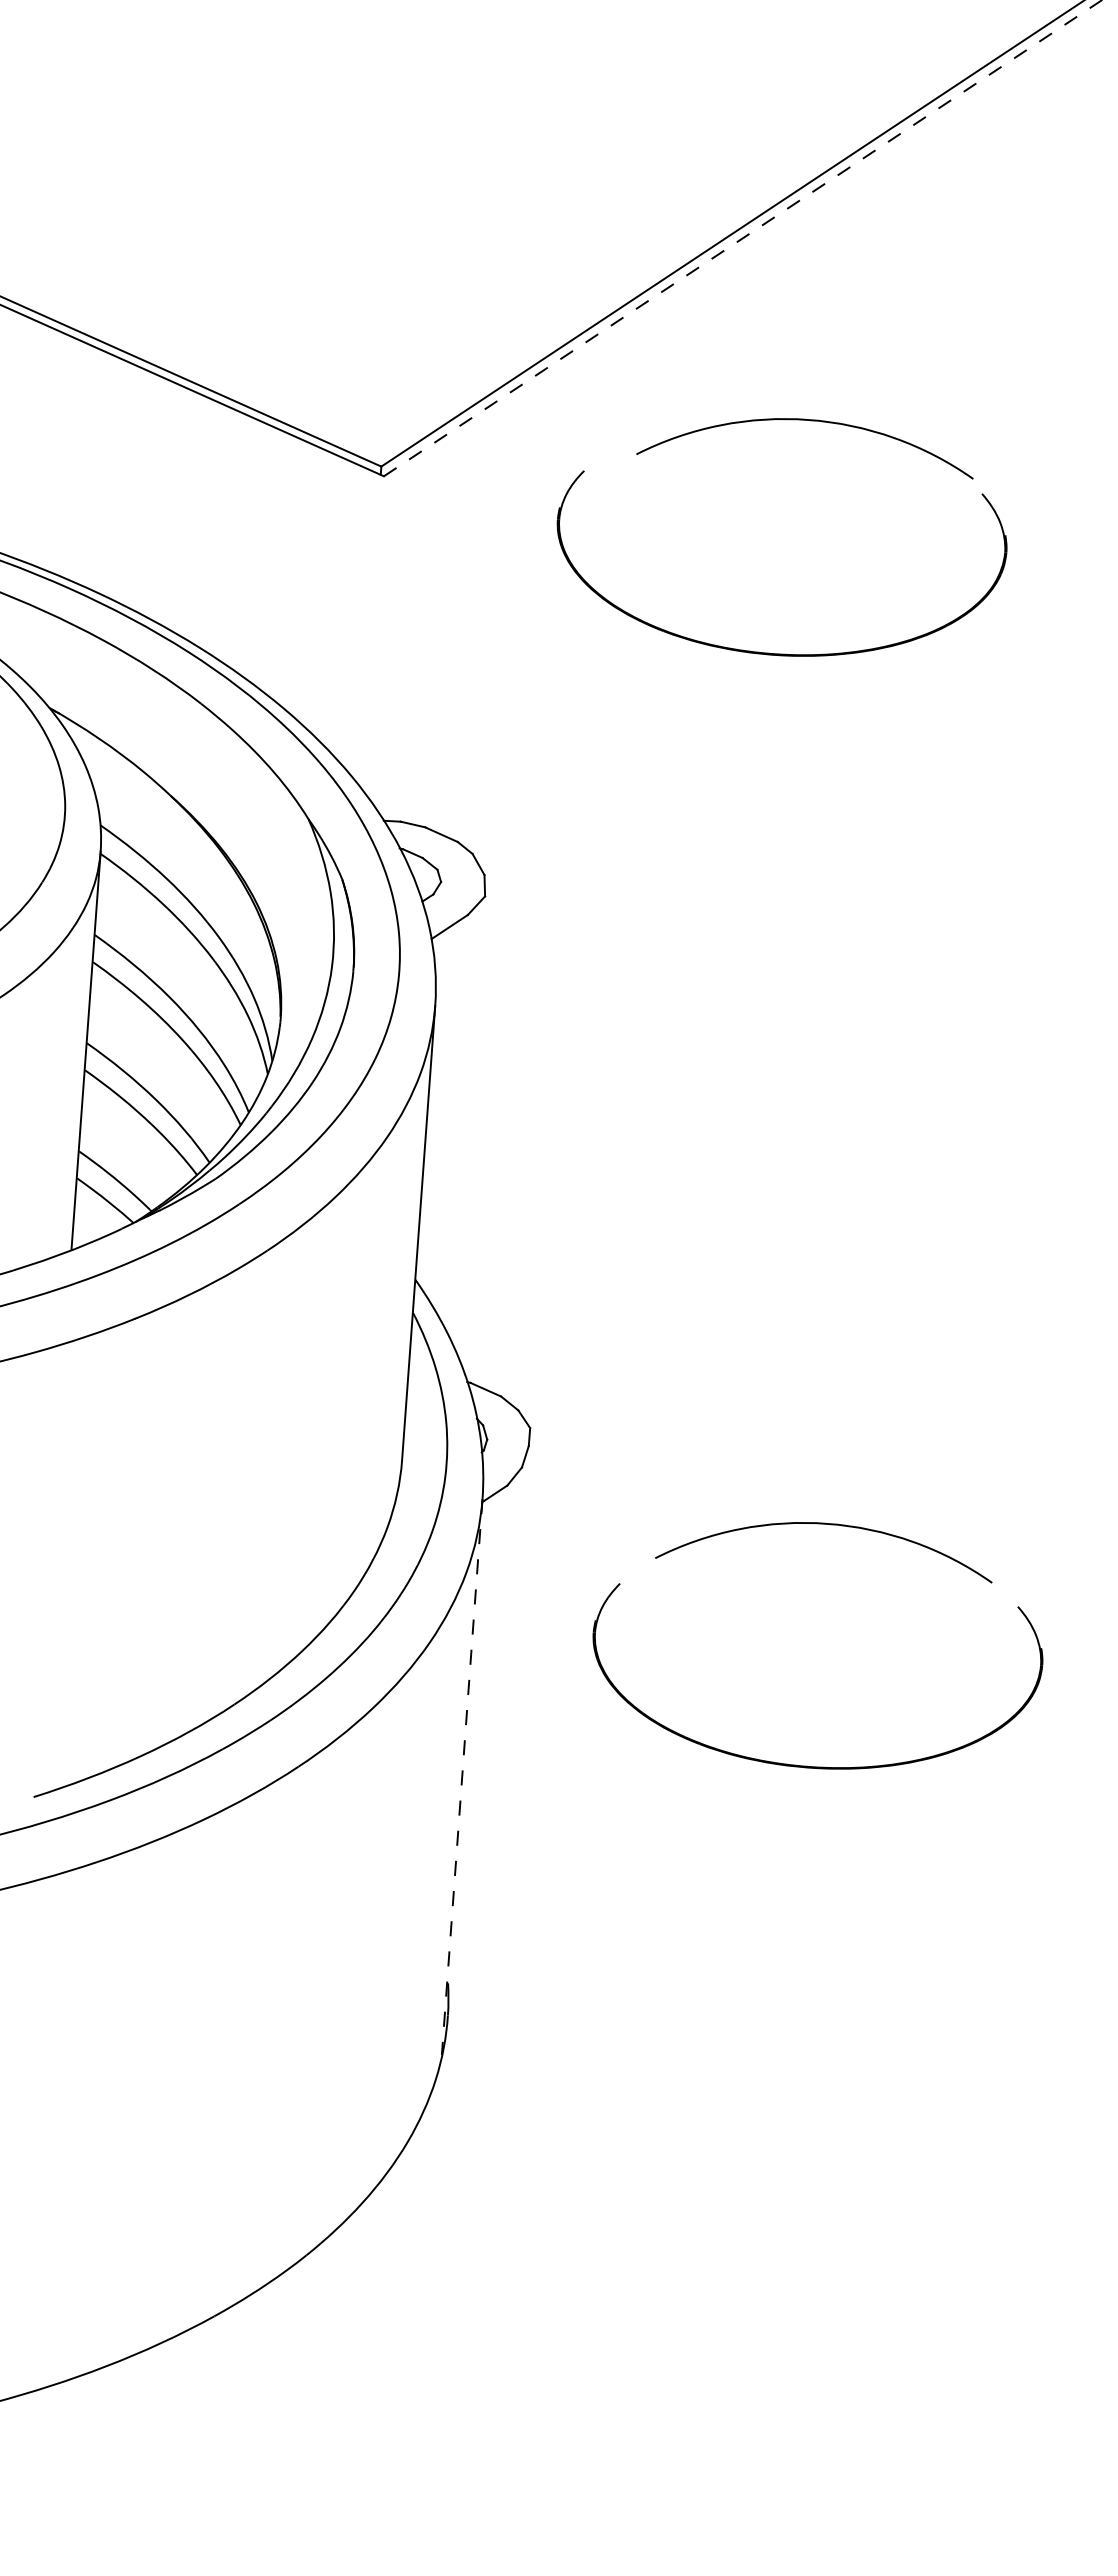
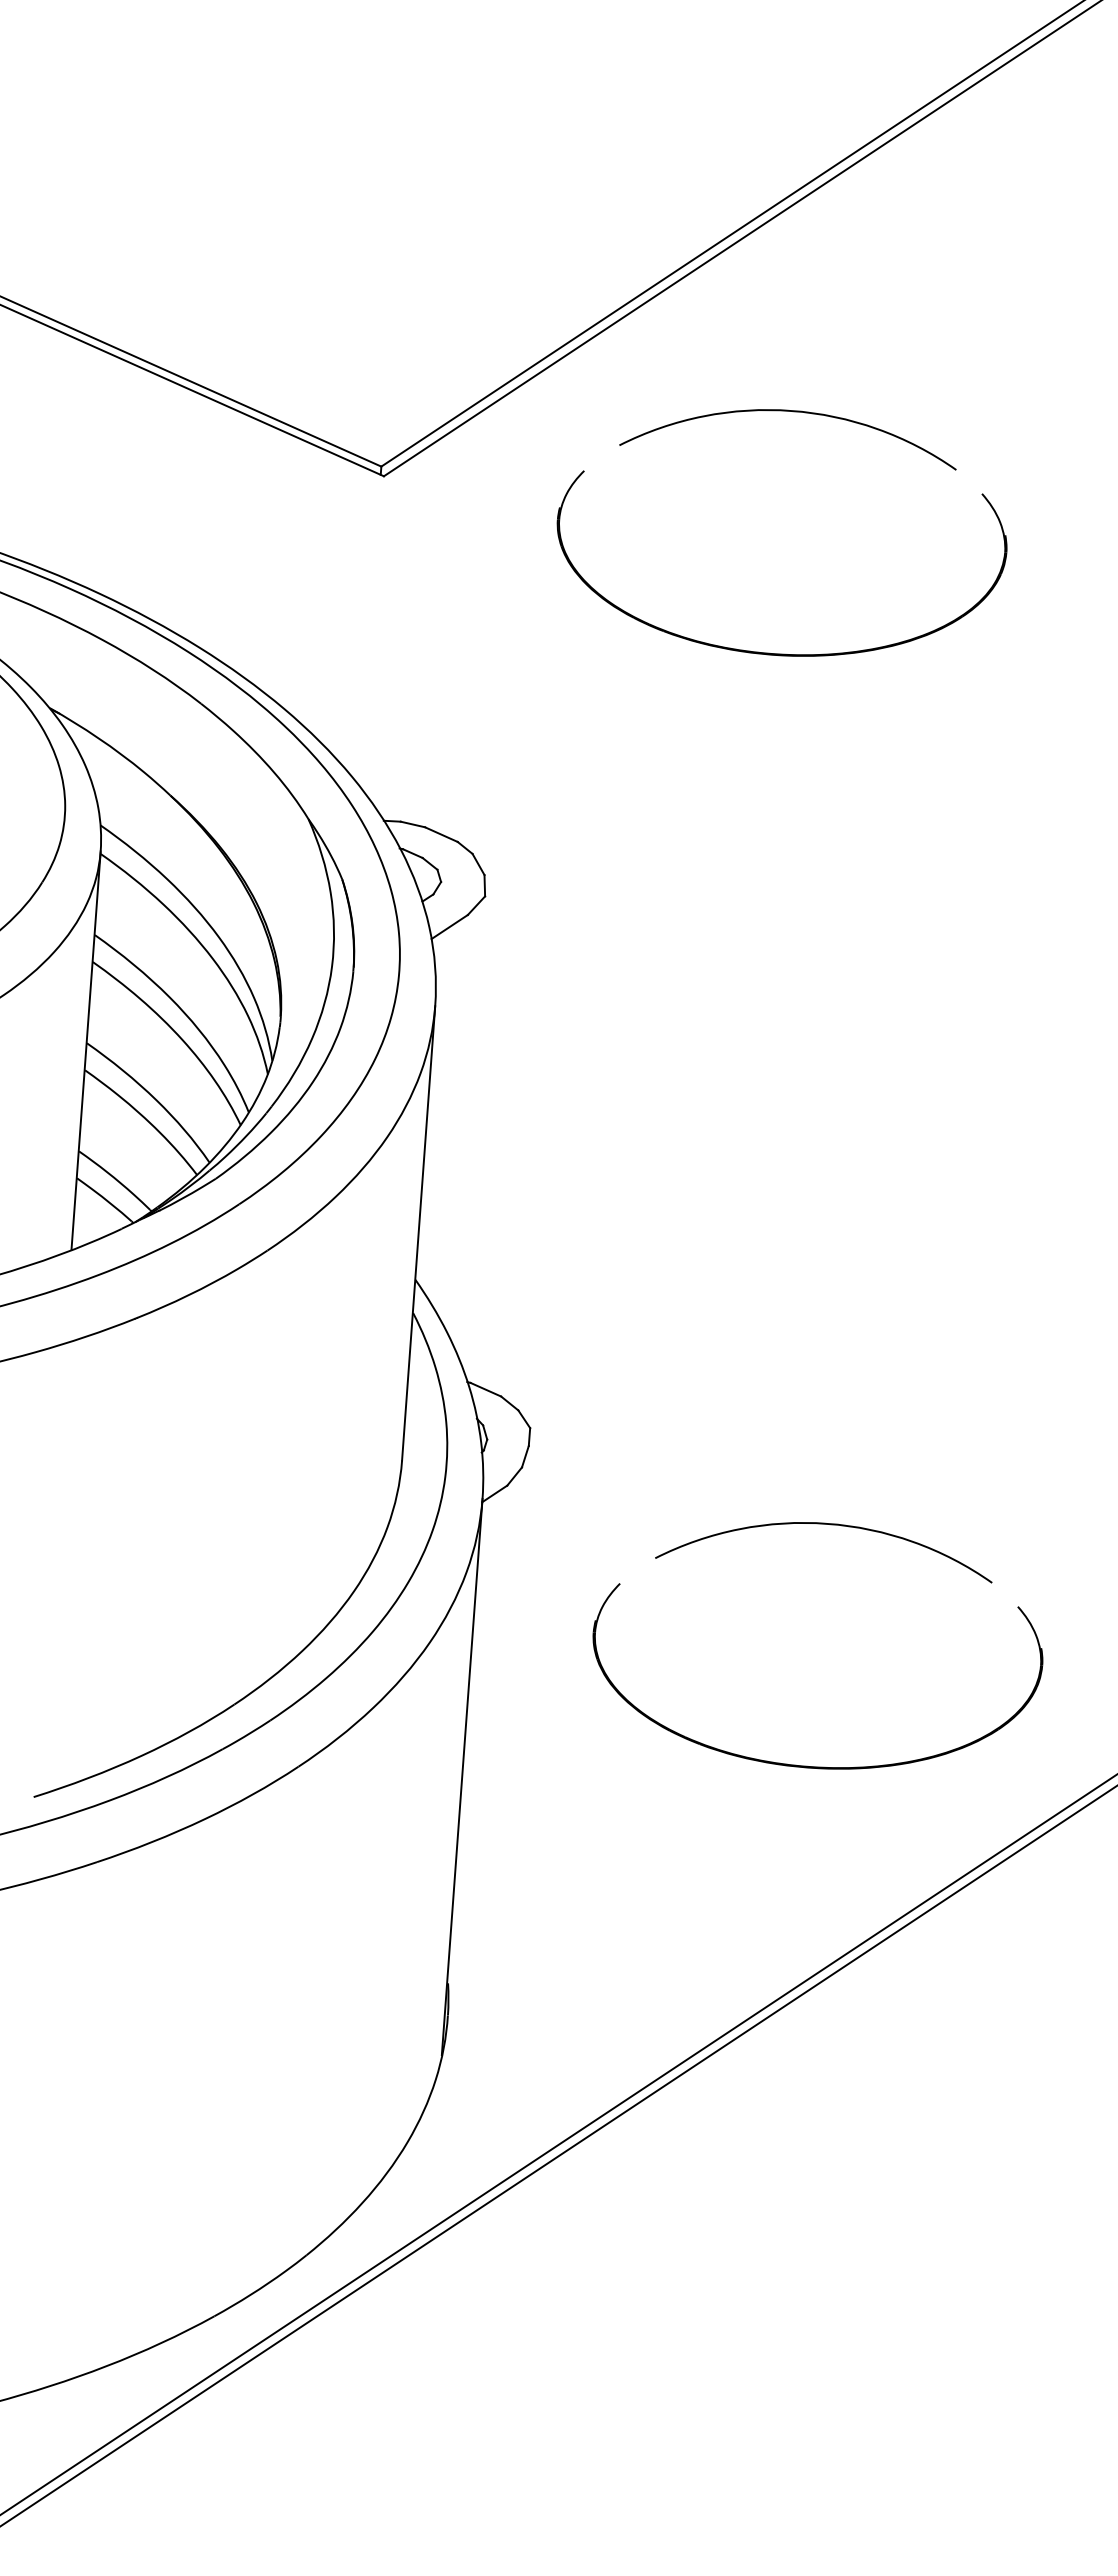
line at (743, 238): dashed -> solid
arc at (810, 421) position: (810, 421) -> (793, 412)
line at (462, 1777): dashed -> solid
line at (558, 2144): none -> present
line at (558, 2156): none -> present
